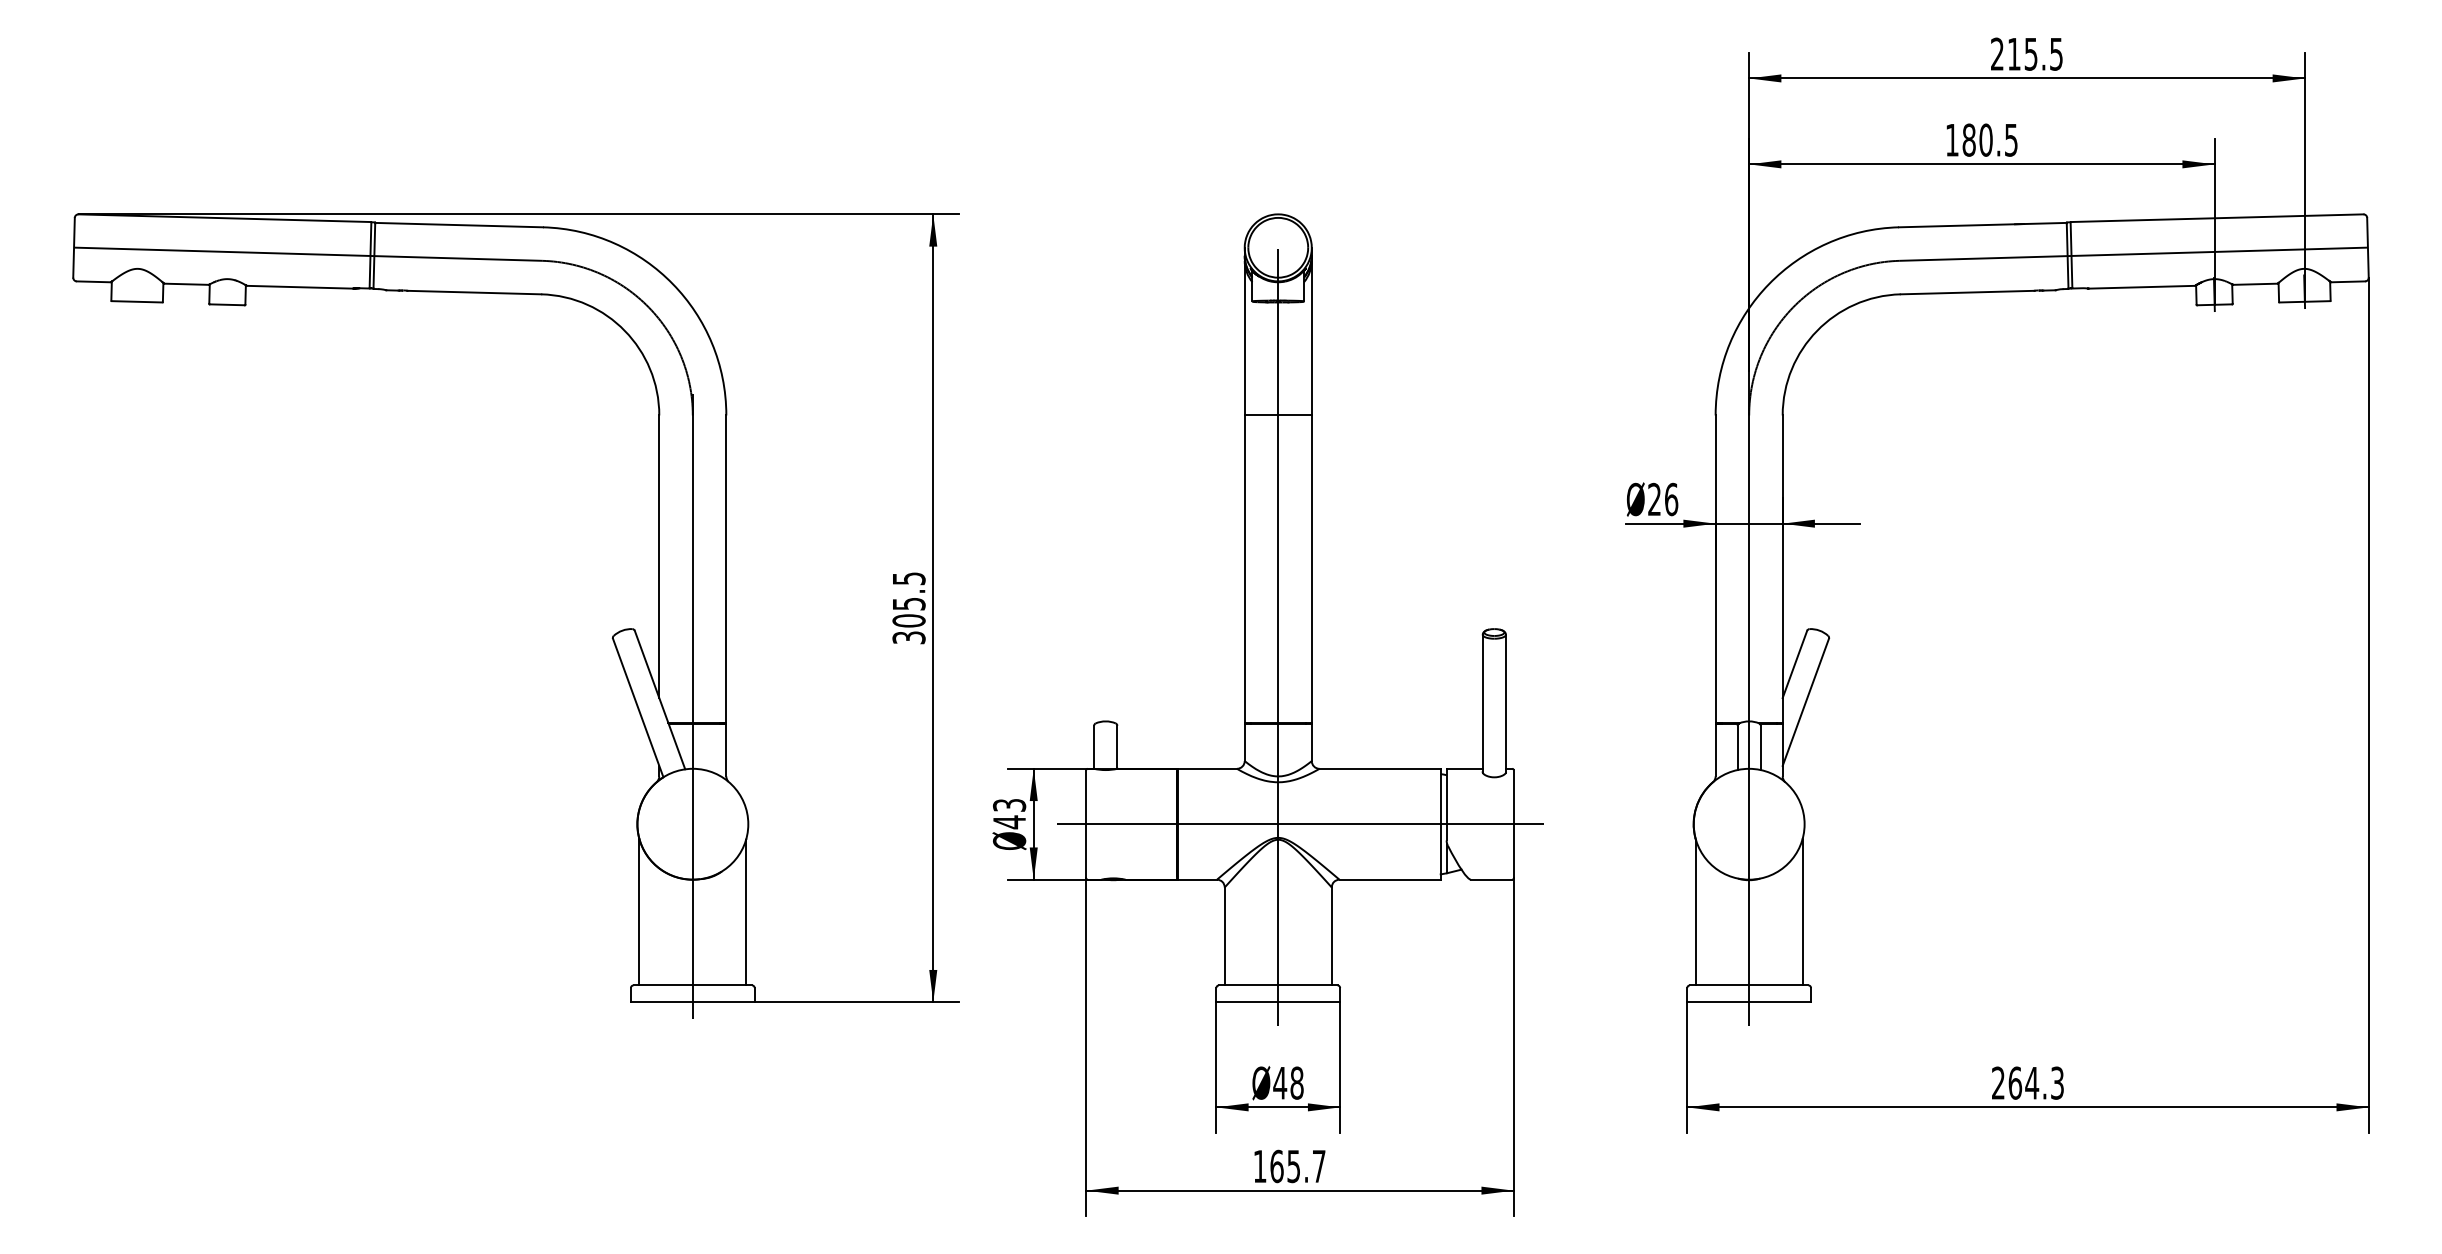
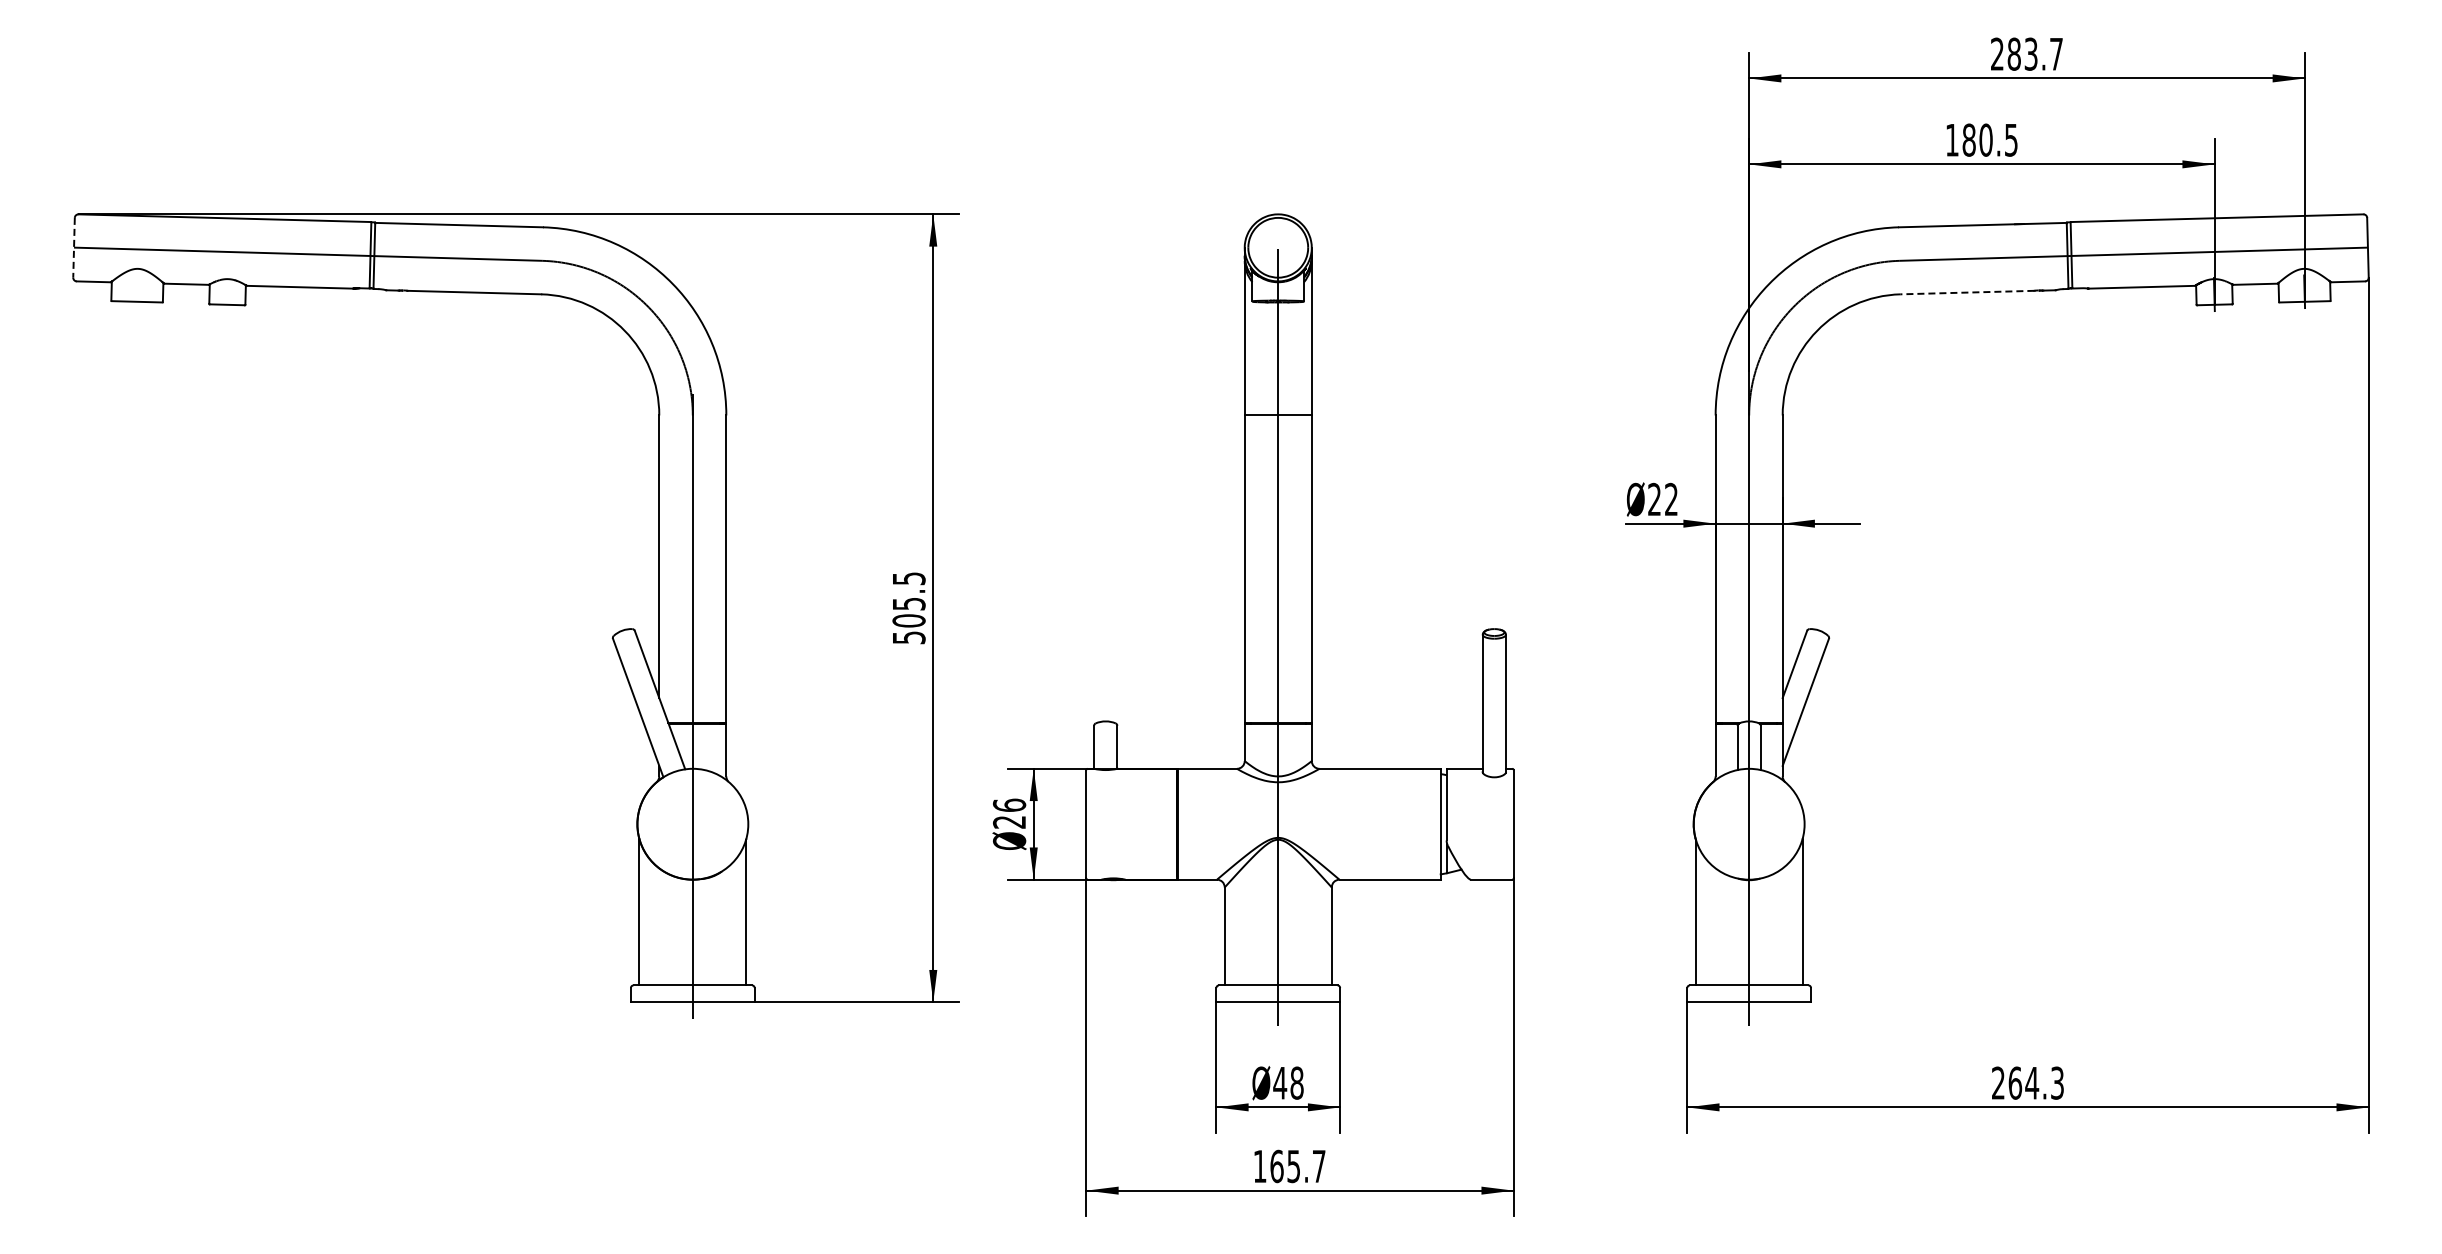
text at (2034, 53): 215.5 -> 283.7
line at (74, 247): solid -> dashed
line at (1967, 292): solid -> dashed
text at (1671, 499): Ø26 -> Ø22
text at (908, 637): 305.5 -> 505.5
text at (1009, 813): Ø43 -> Ø26
line at (1300, 824): present -> none
